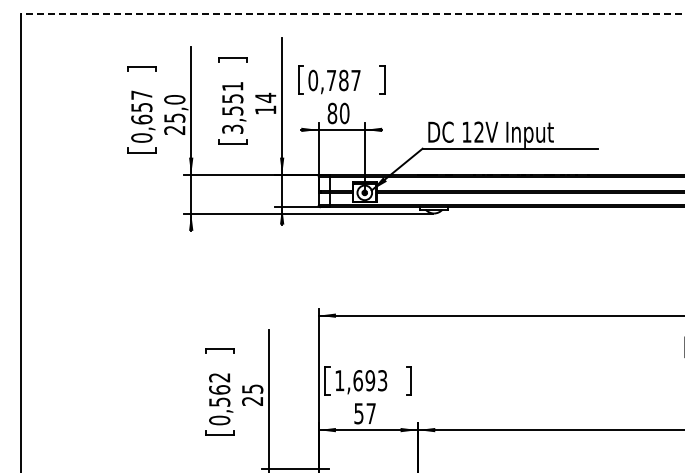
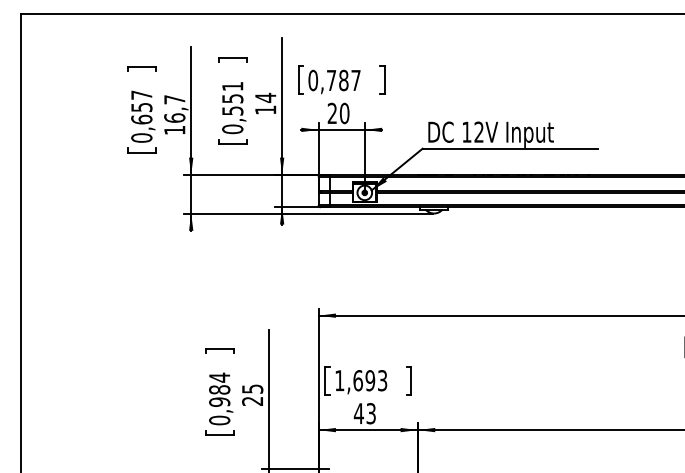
line at (352, 14): dashed -> solid
text at (332, 113): 80 -> 20
text at (174, 114): 25,0 -> 16,7
text at (232, 129): 3,551 -> 0,551
text at (219, 389): 0,562 -> 0,984
text at (364, 413): 57 -> 43
